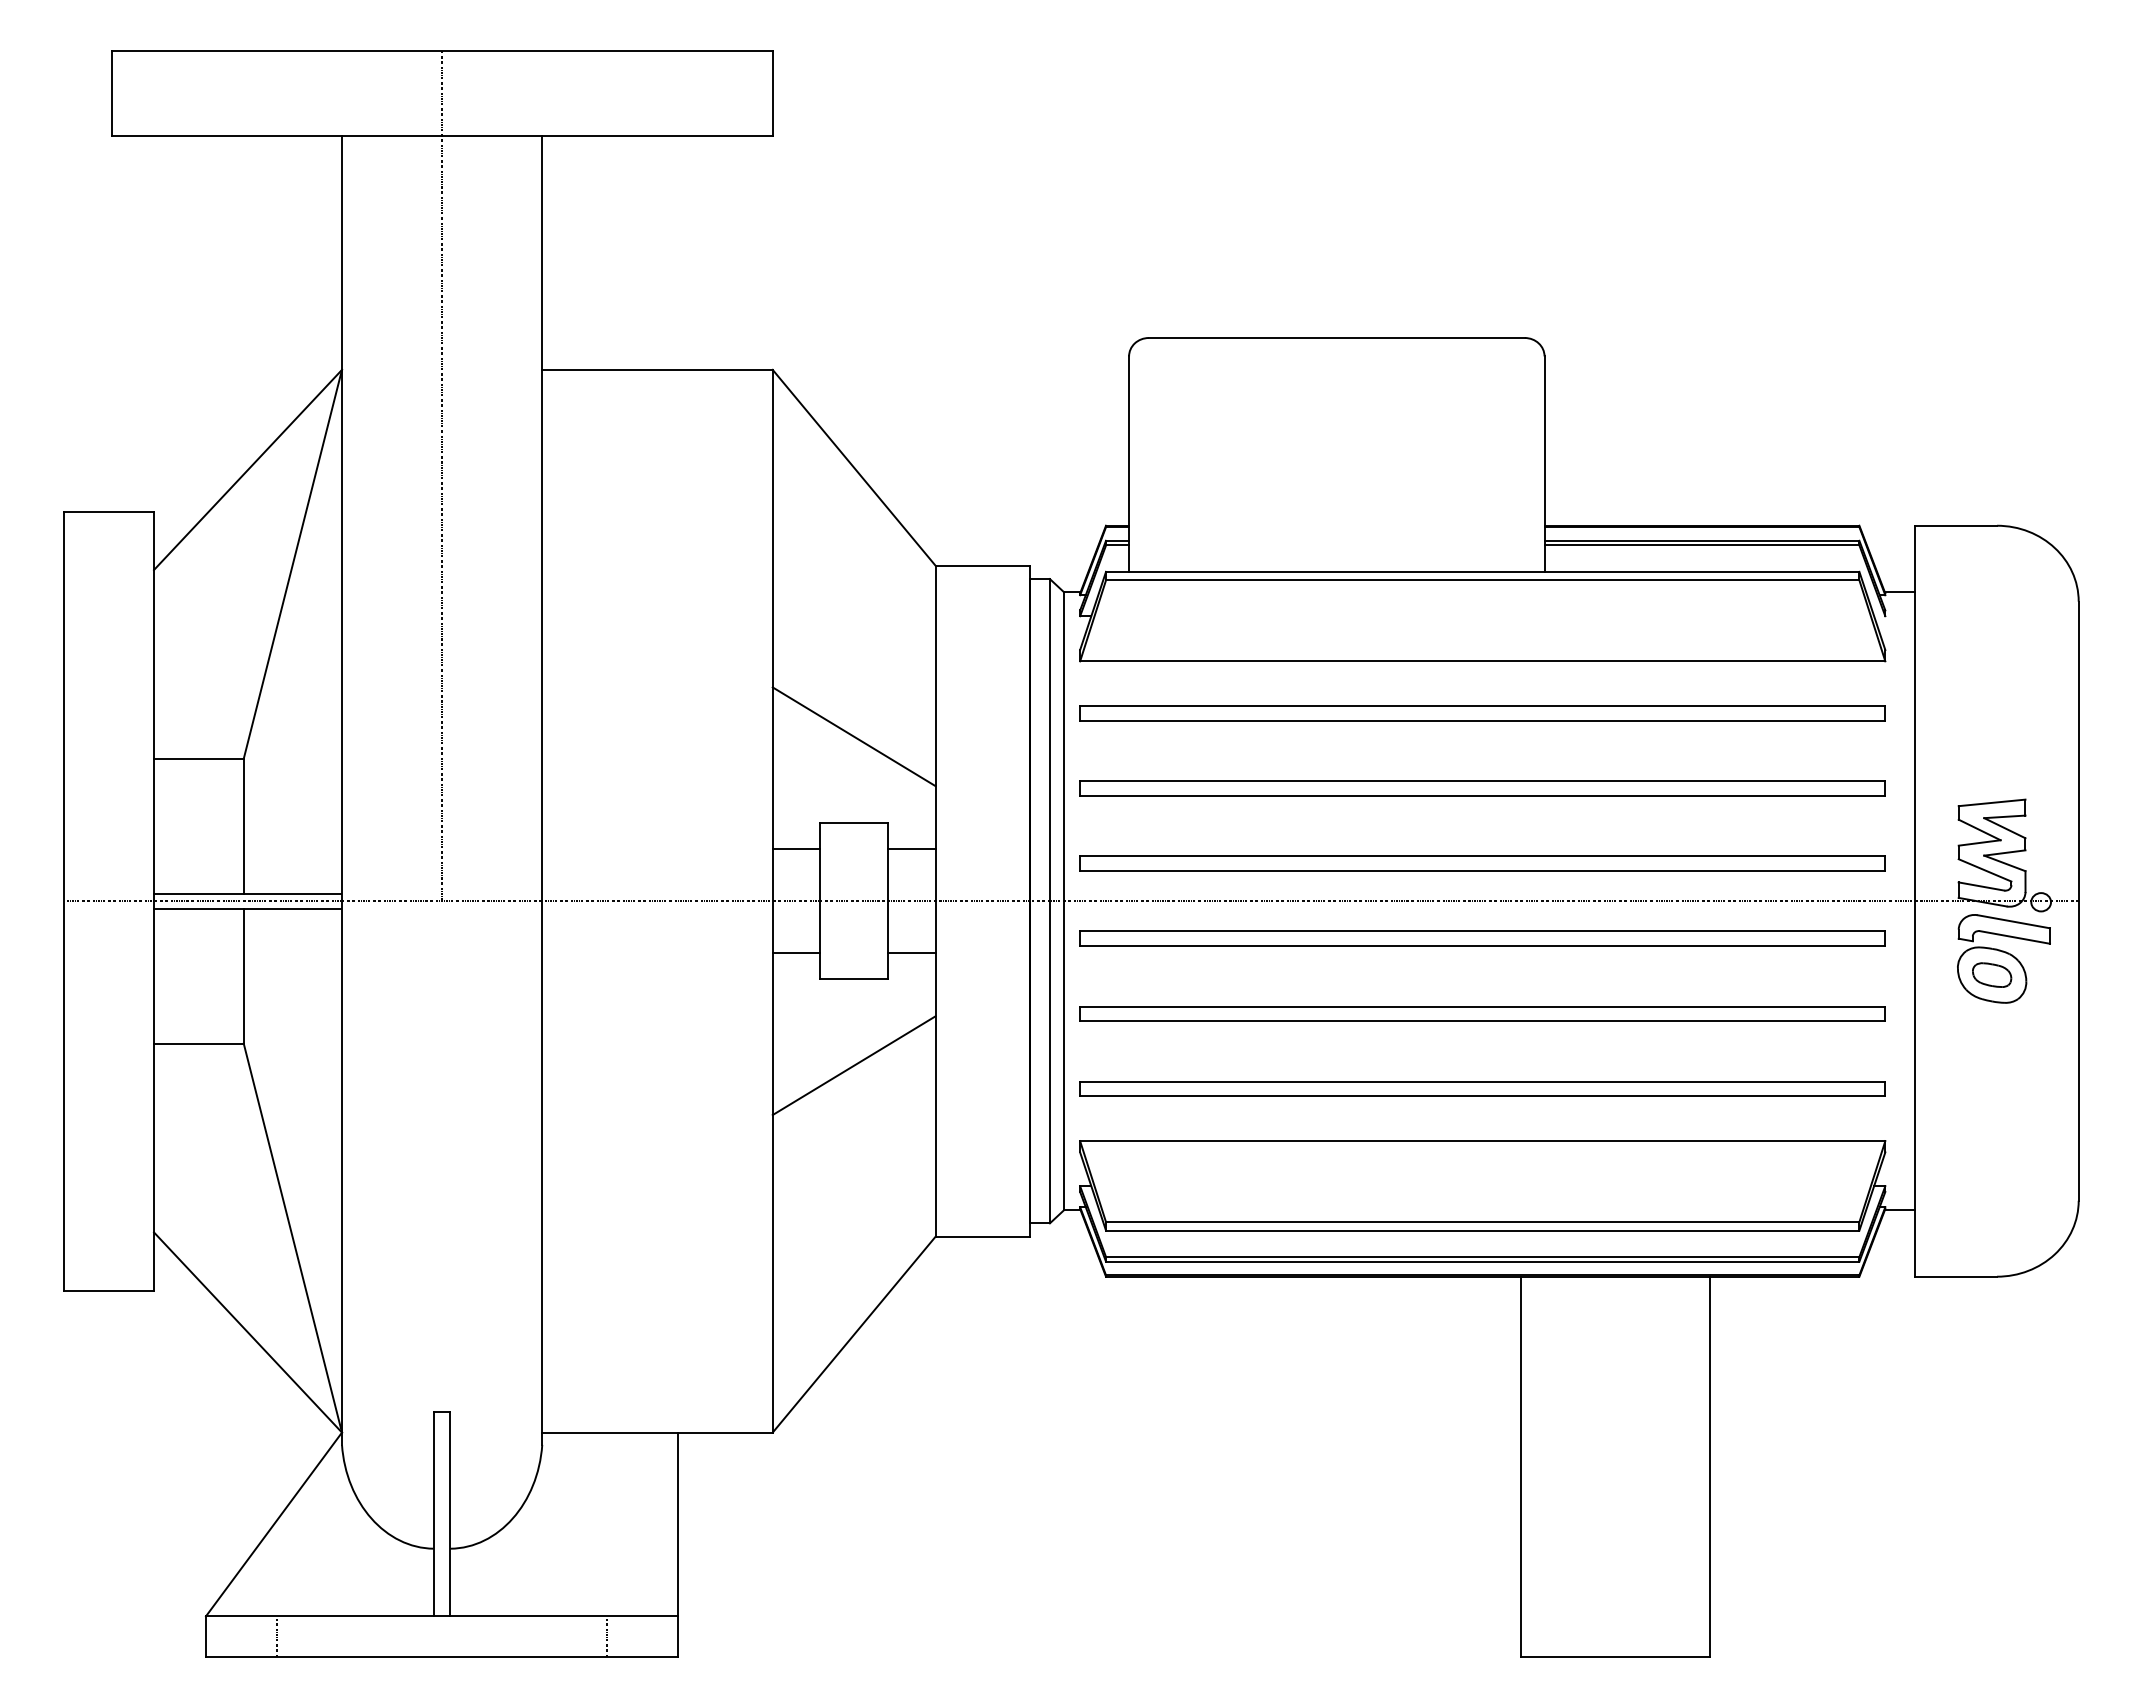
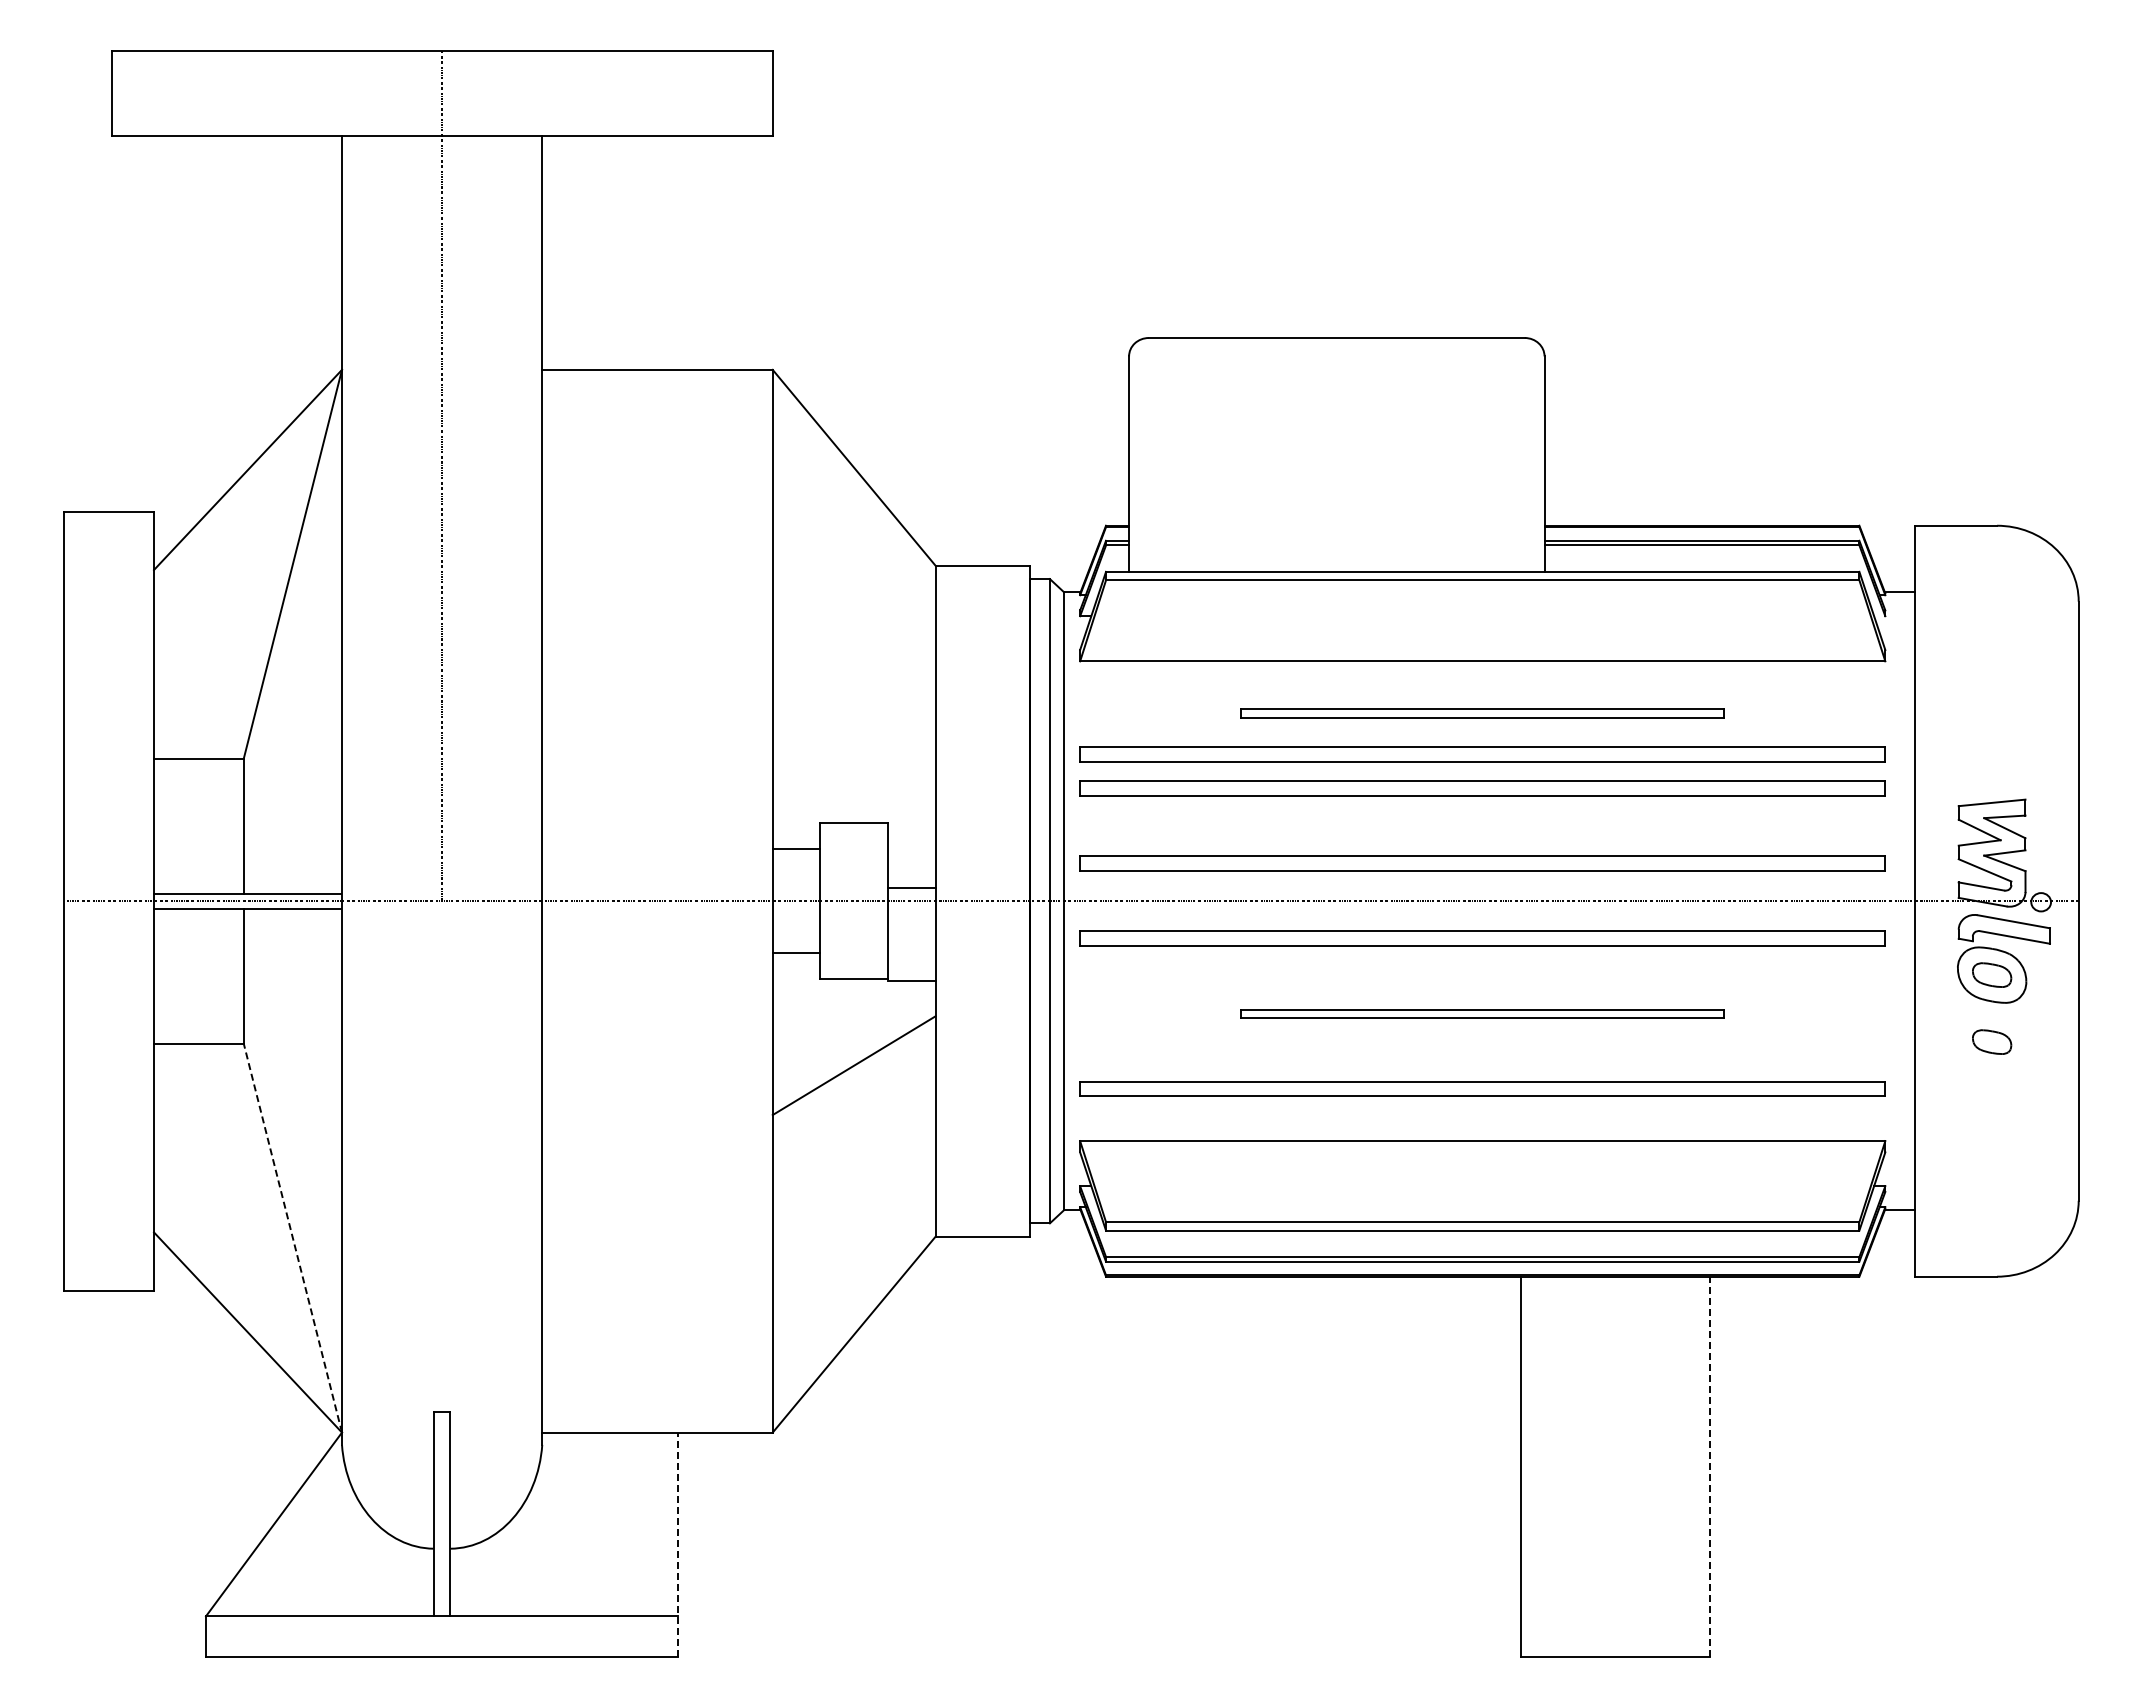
part at (1482, 713) size: 807x17 px -> 485x11 px
line at (853, 736): present -> none
part at (1482, 754): none -> present
line at (911, 849) position: (911, 849) -> (911, 888)
line at (911, 953) position: (911, 953) -> (911, 981)
part at (1482, 1013) size: 807x16 px -> 485x10 px
part at (1992, 1041): none -> present
line at (292, 1238): solid -> dashed
line at (1710, 1466): solid -> dashed
line at (678, 1544): solid -> dashed
line at (276, 1637): present -> none
line at (607, 1637): present -> none
